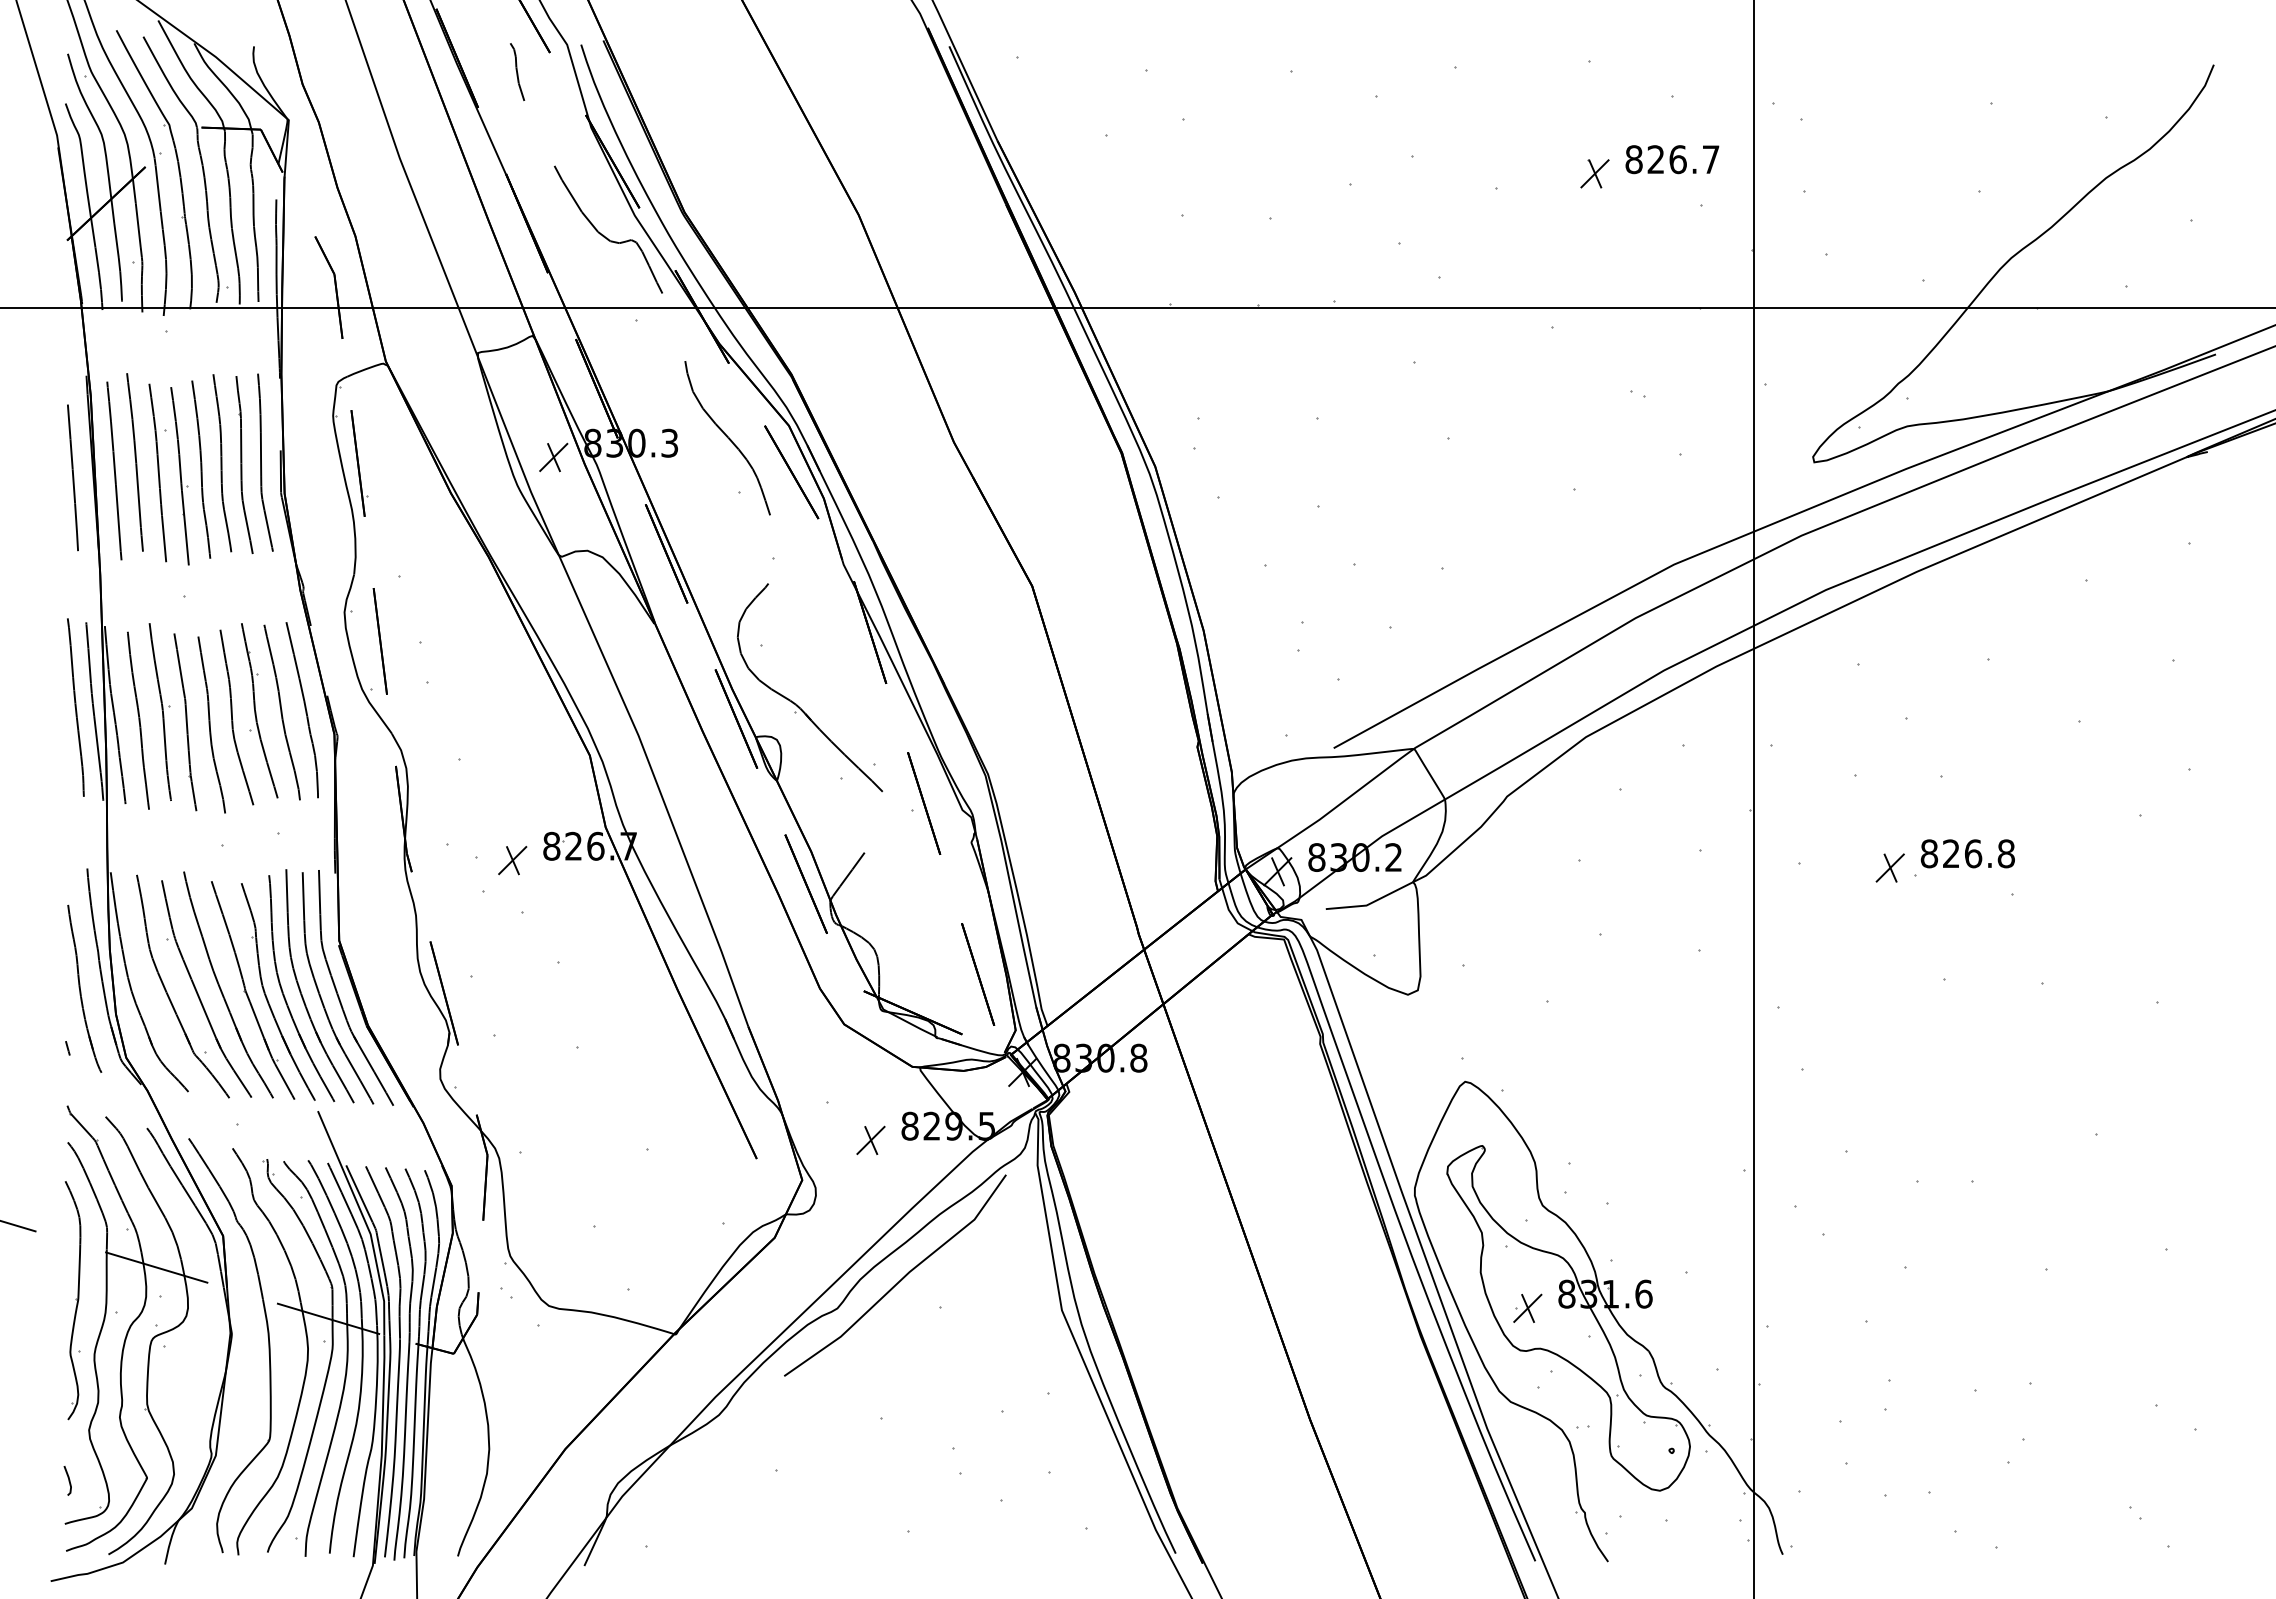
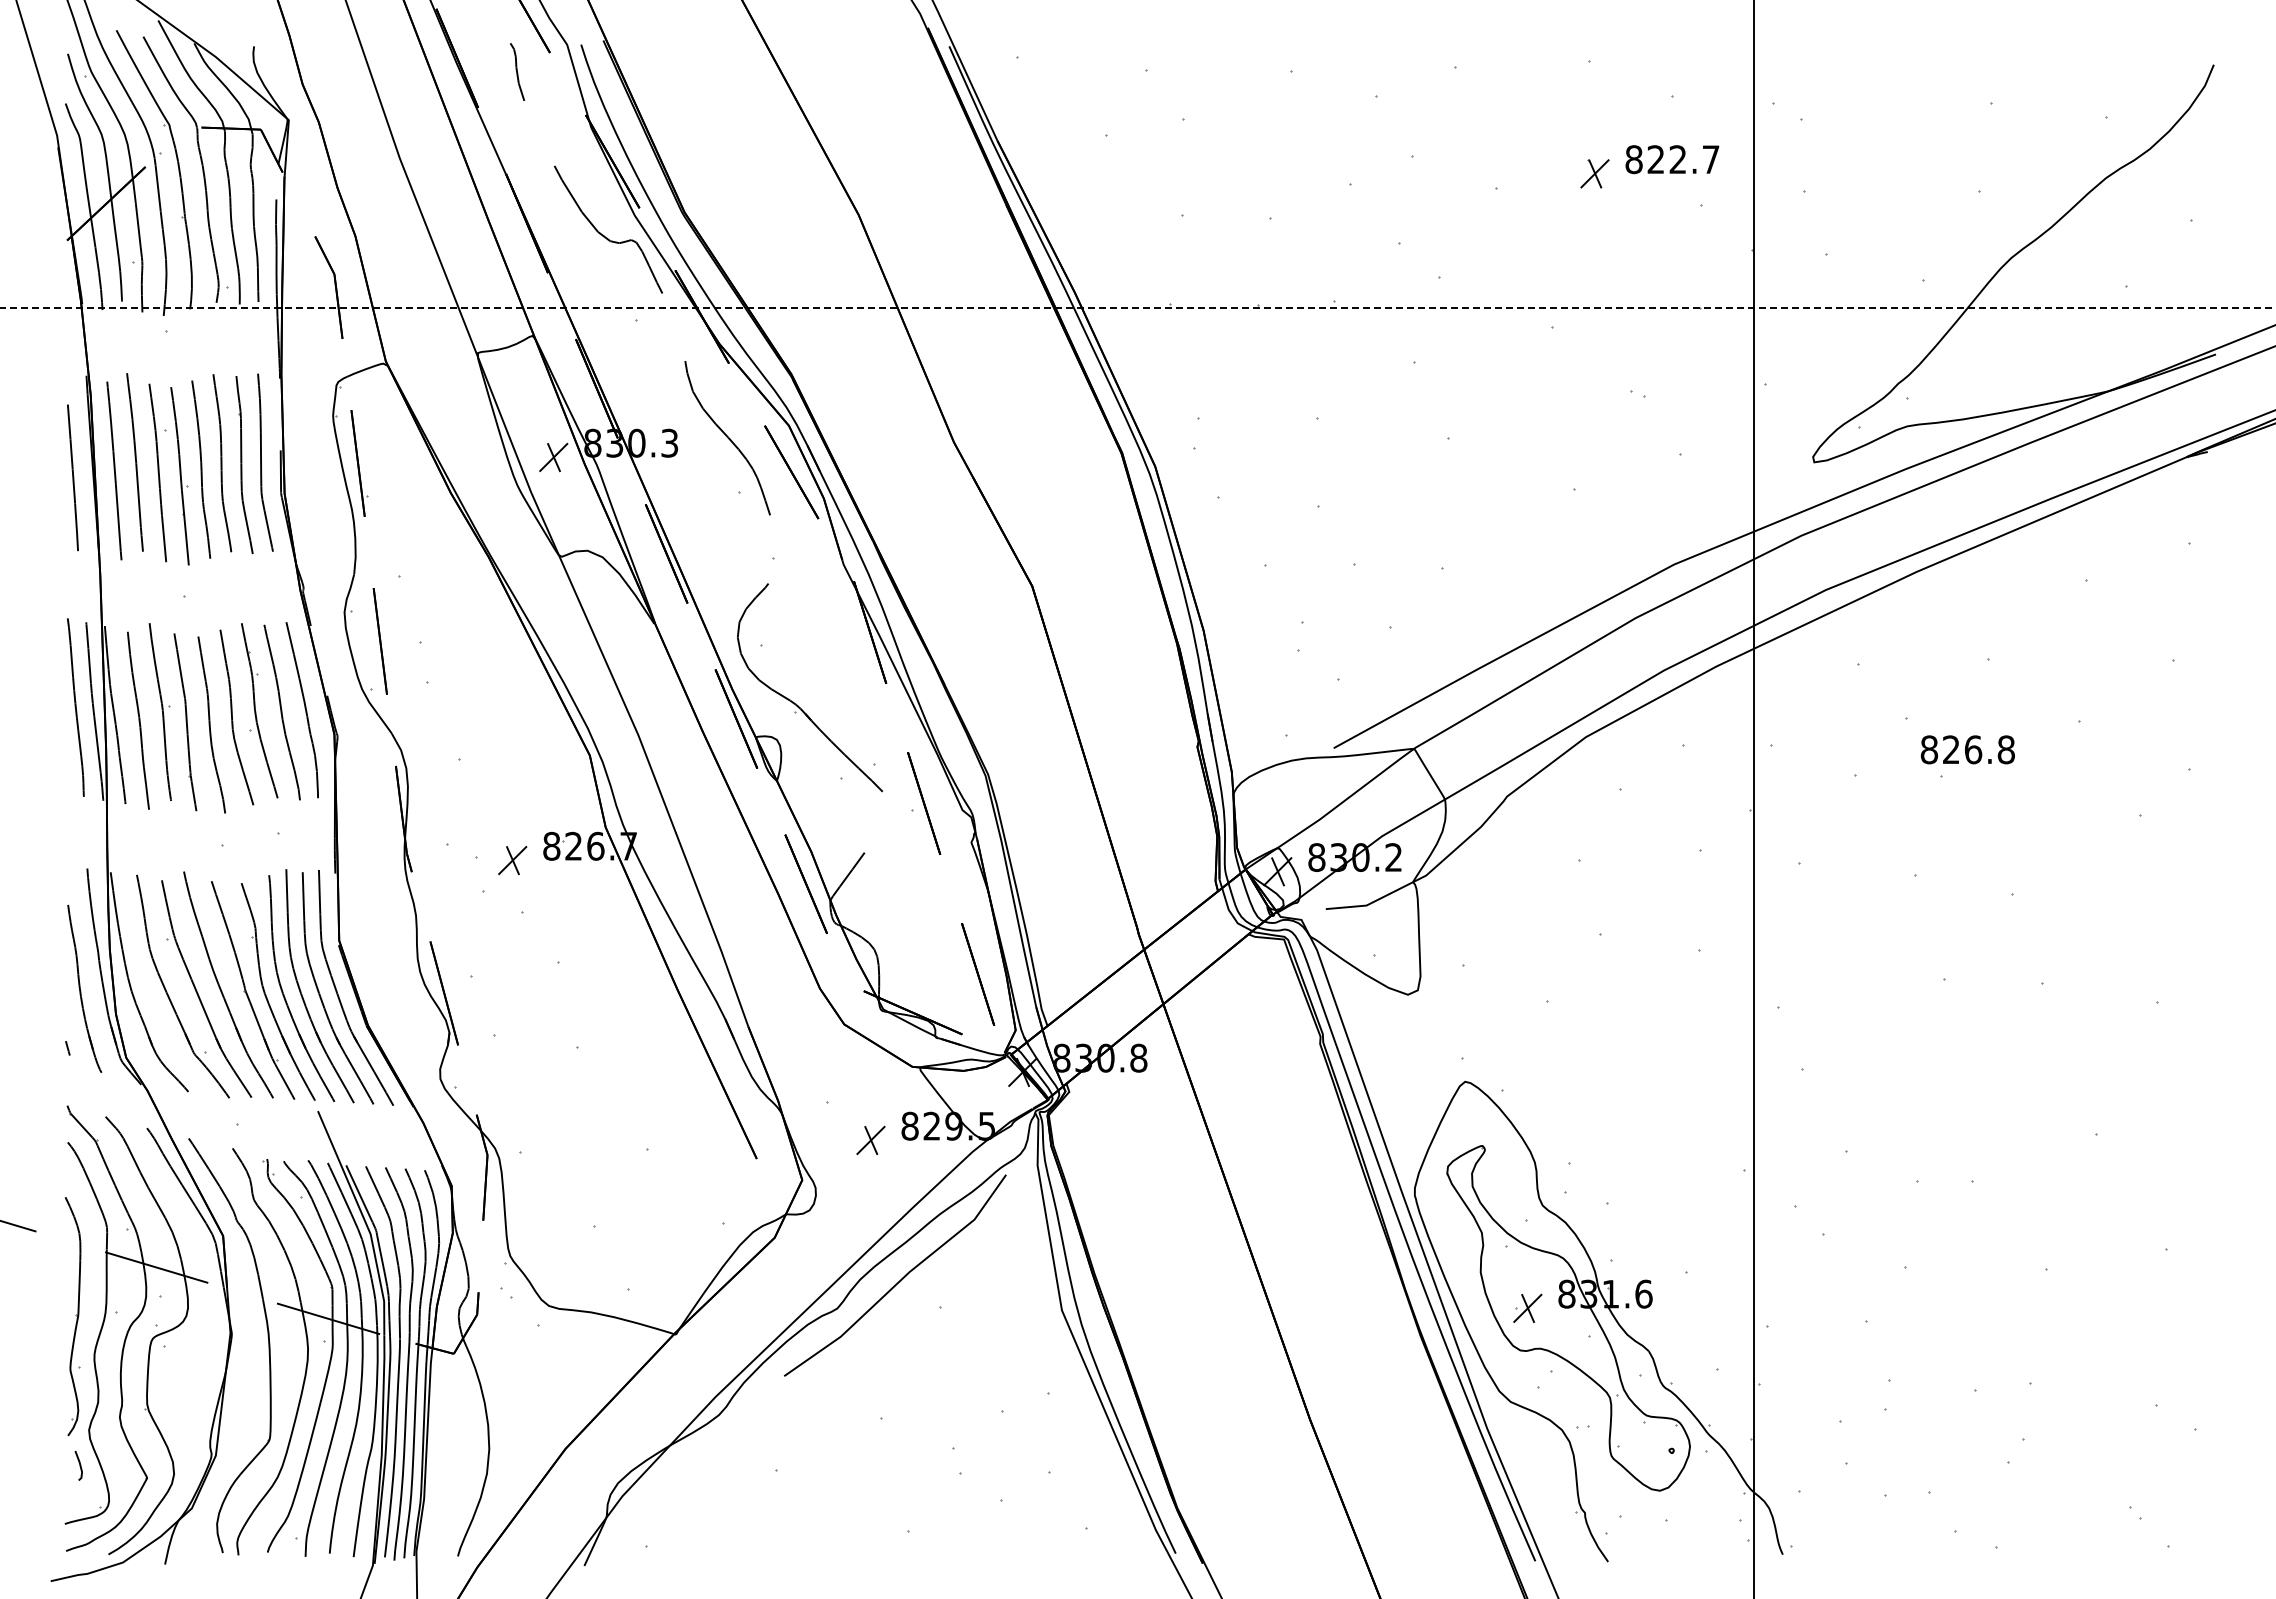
text at (1677, 159): 826.7 -> 822.7
line at (1137, 307): solid -> dashed
text at (1967, 853) position: (1967, 853) -> (1967, 749)
part at (1889, 867): present -> none
part at (72, 1300) position: (72, 1300) -> (72, 1316)
line at (68, 1480) position: (68, 1480) -> (79, 1465)
